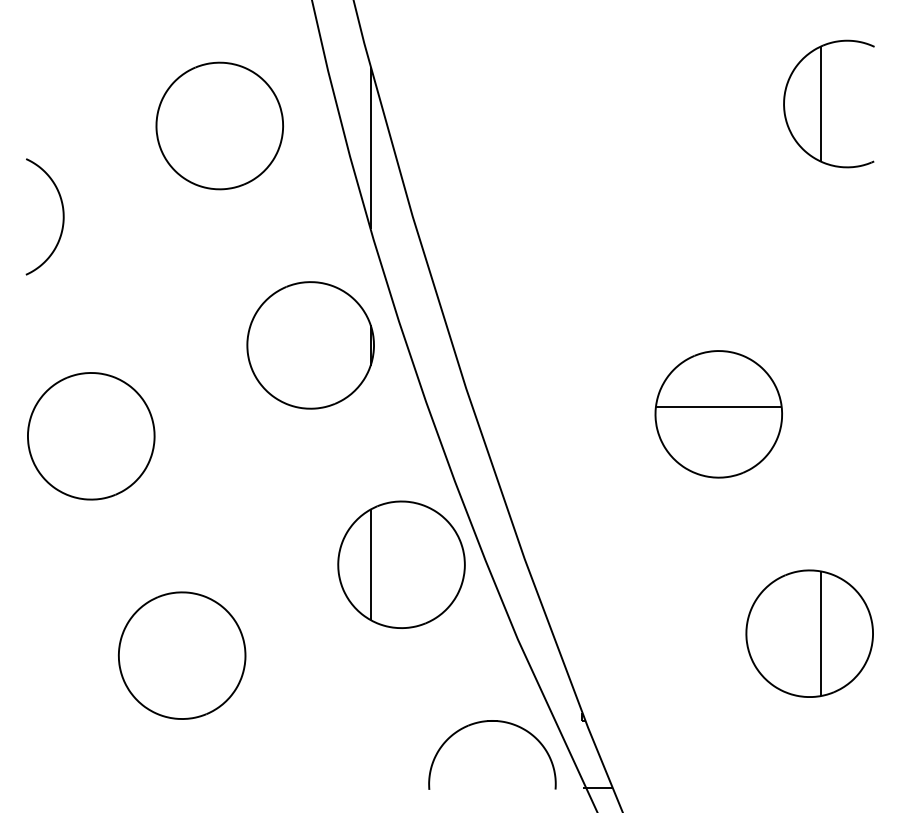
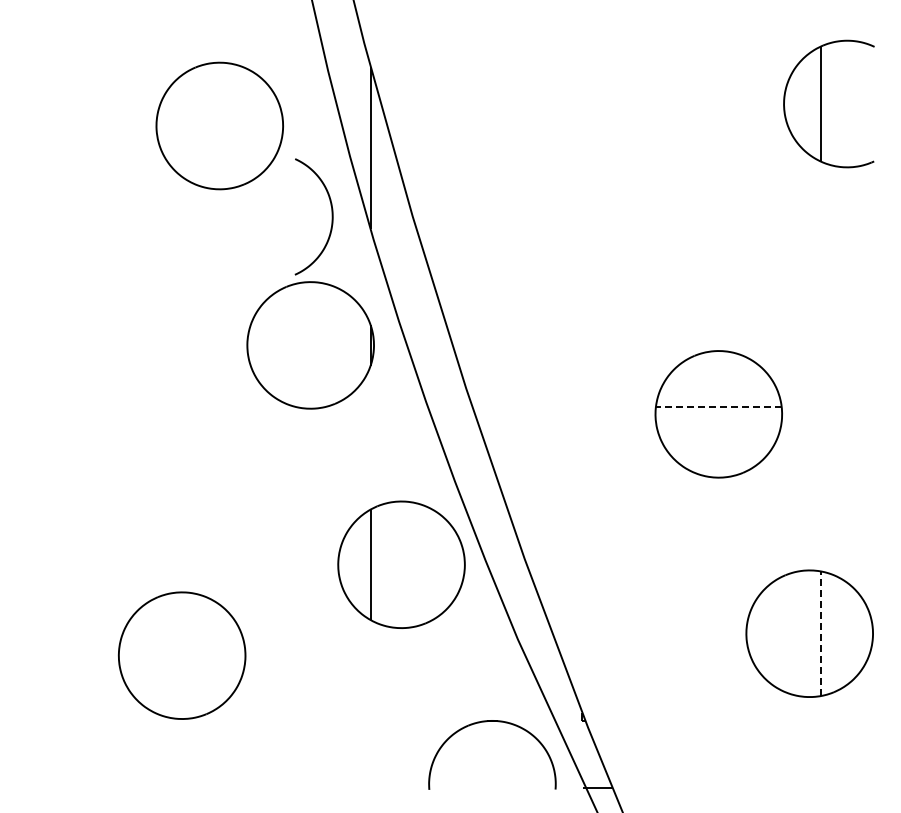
curve at (62, 216) position: (62, 216) -> (331, 216)
line at (718, 406): solid -> dashed
part at (91, 436): present -> none
line at (820, 633): solid -> dashed
